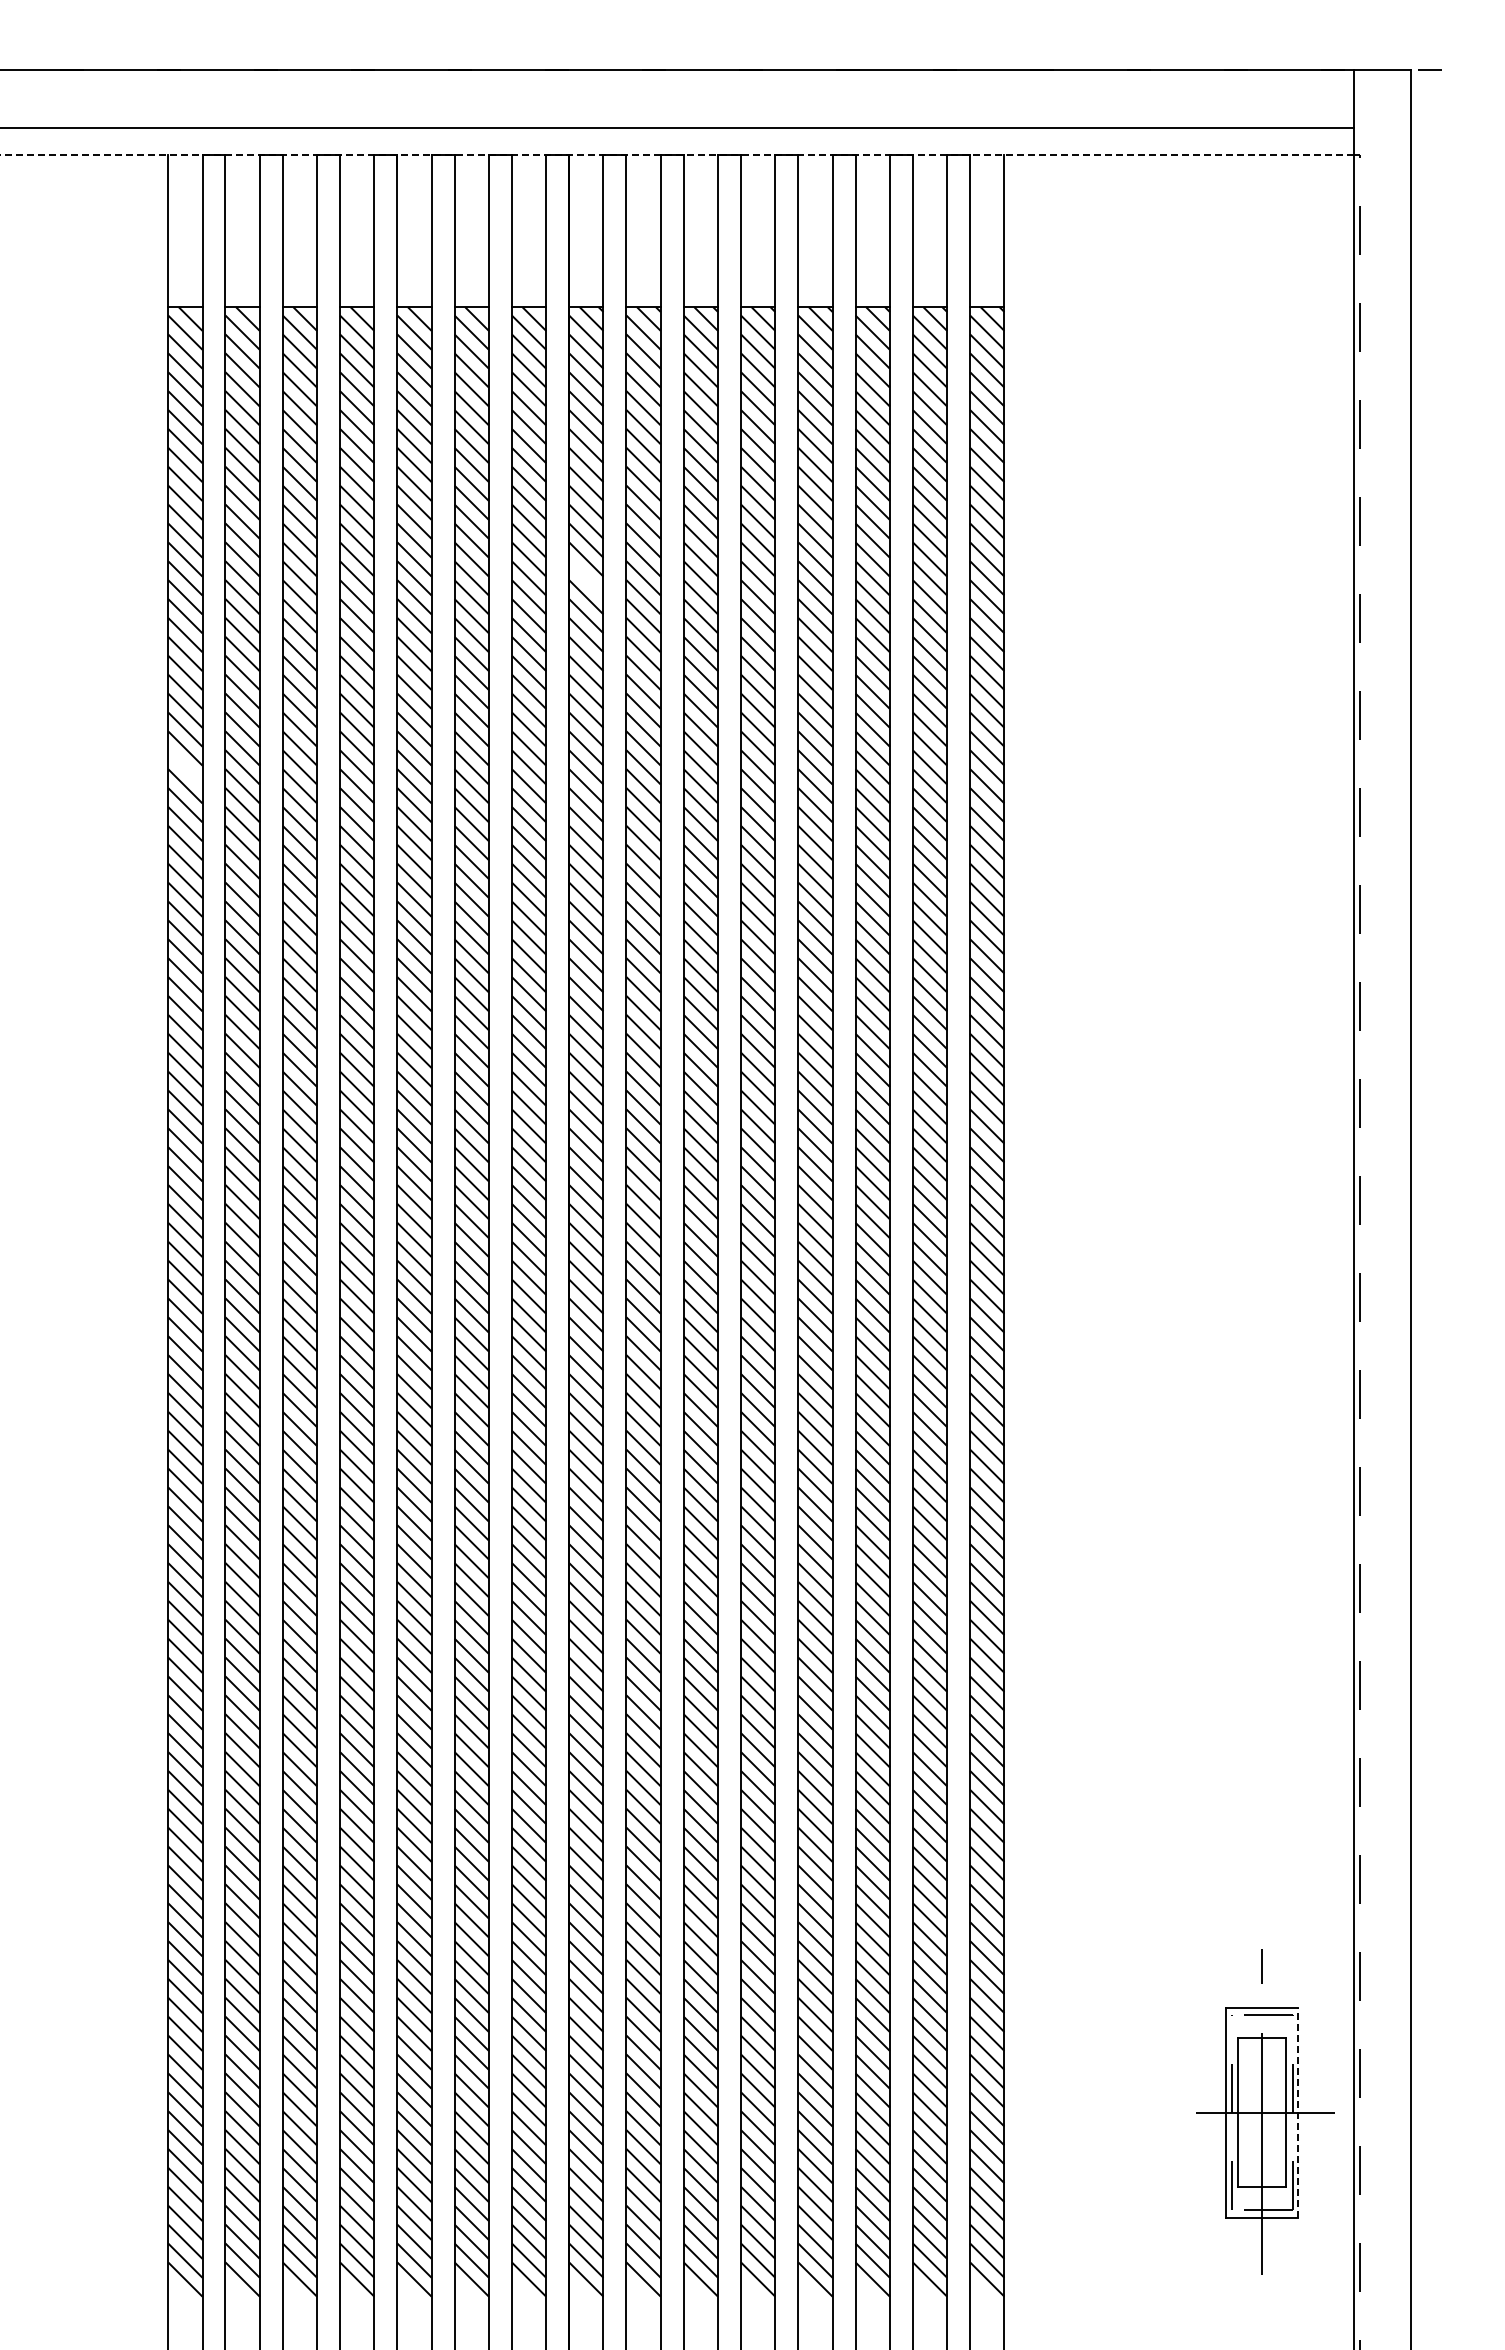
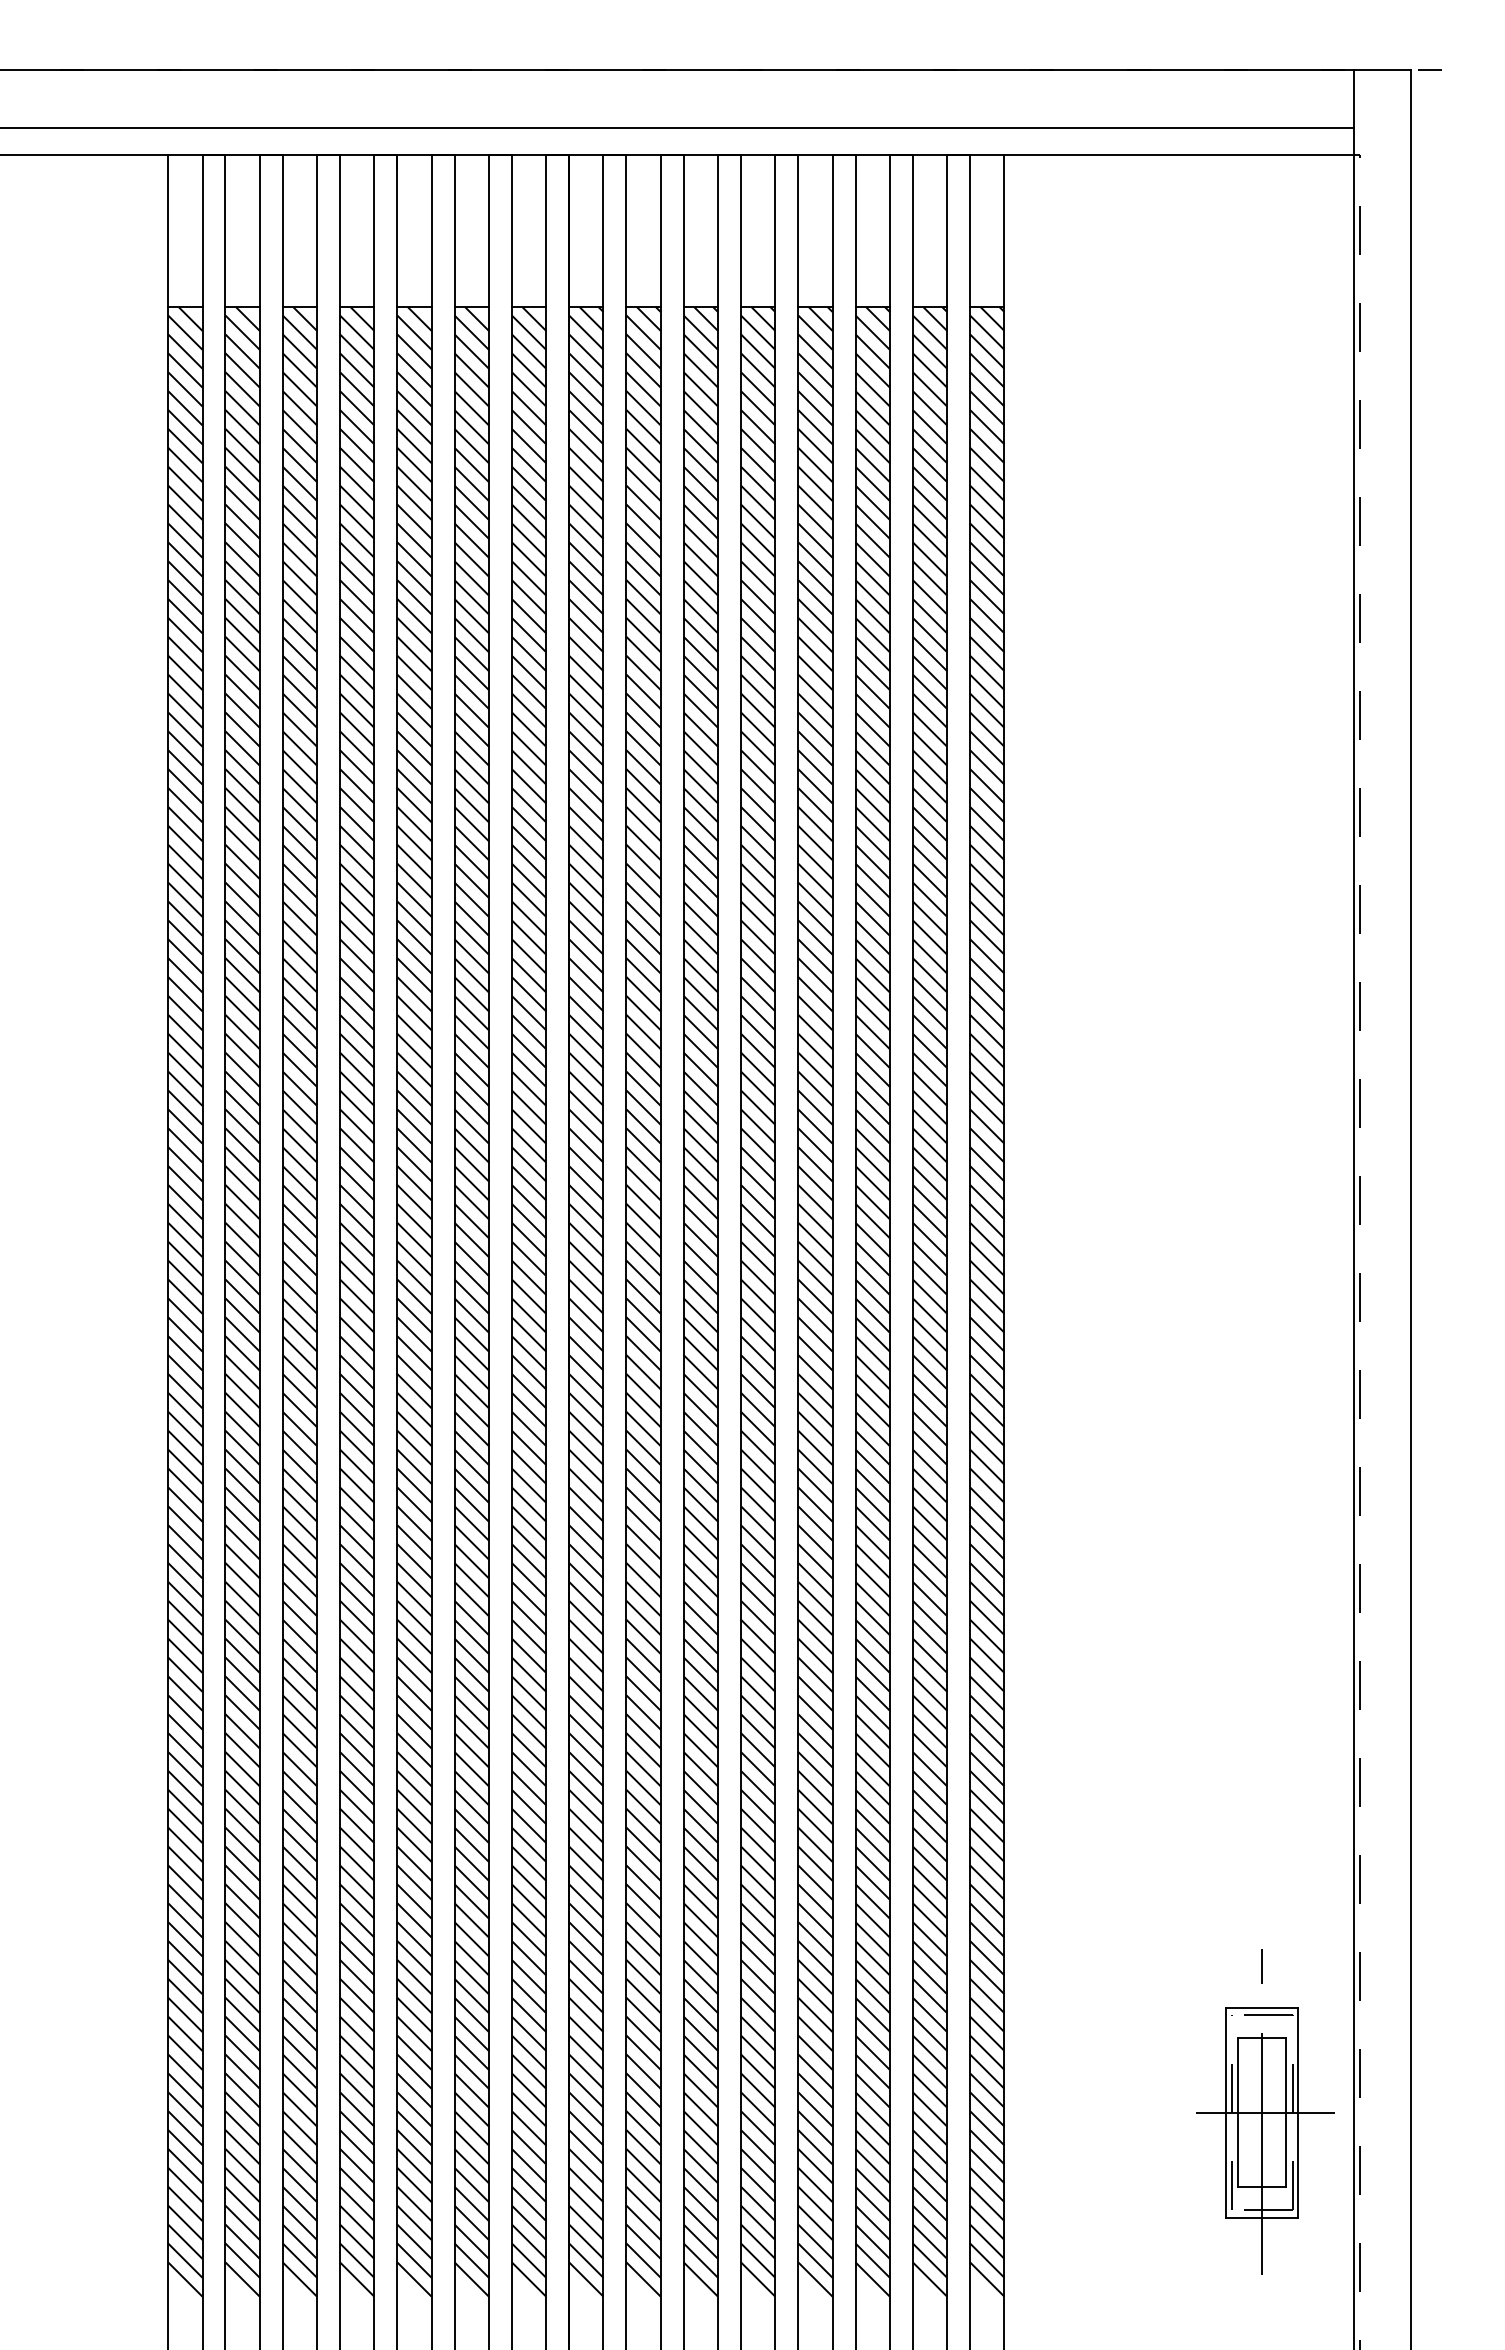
line at (676, 154): dashed -> solid
line at (586, 578): none -> present
line at (185, 767): none -> present
line at (1298, 2112): dashed -> solid
